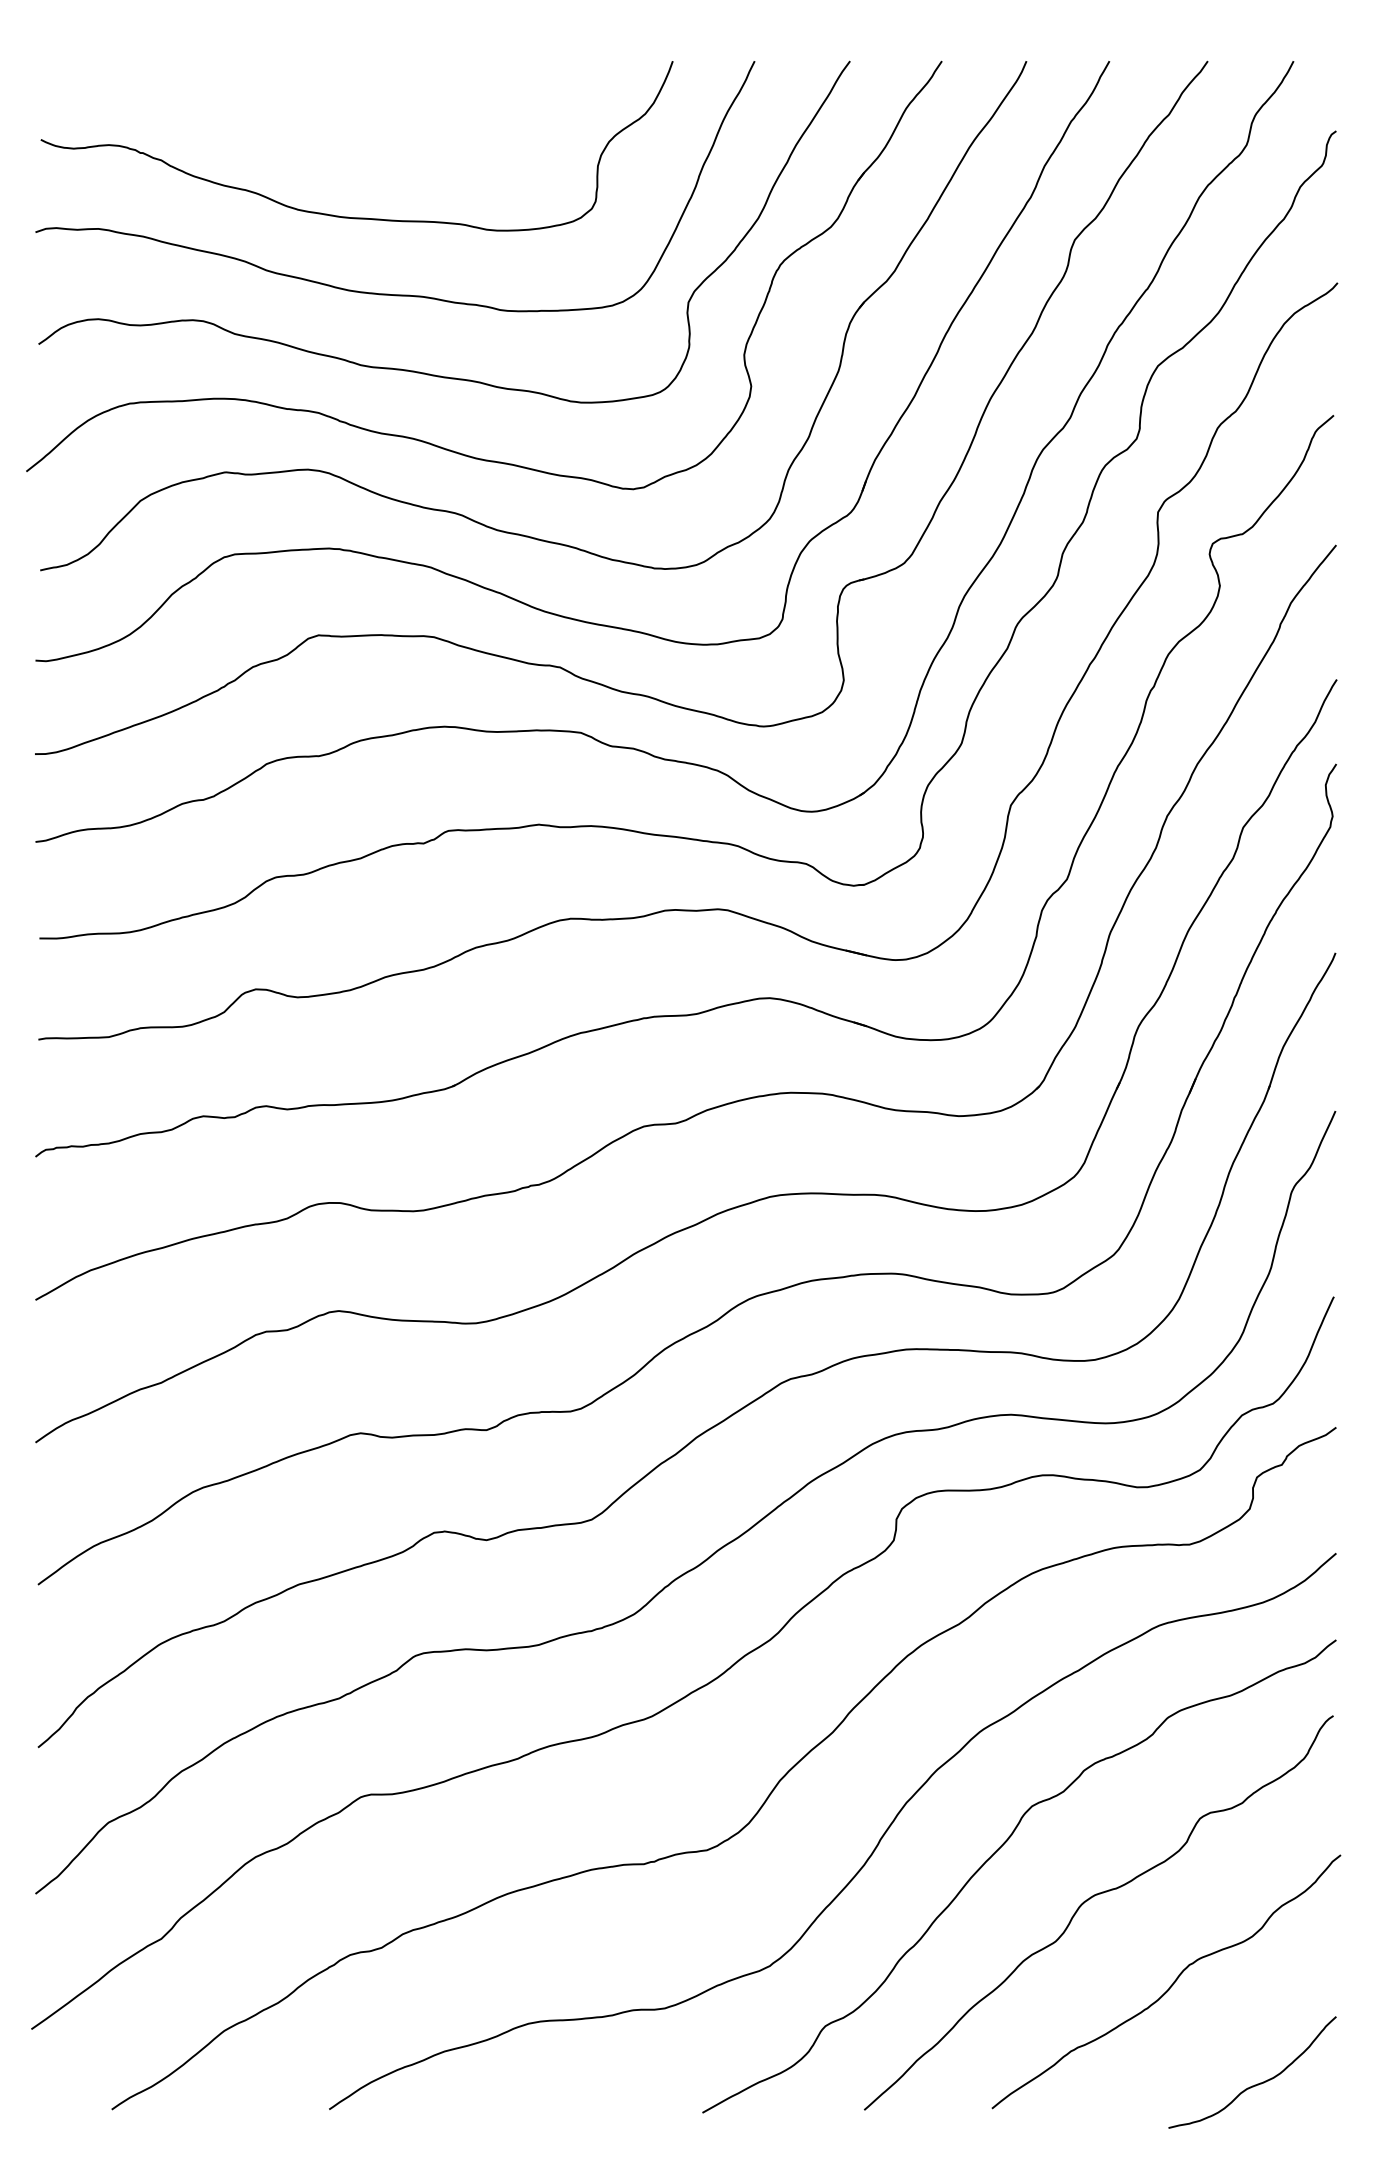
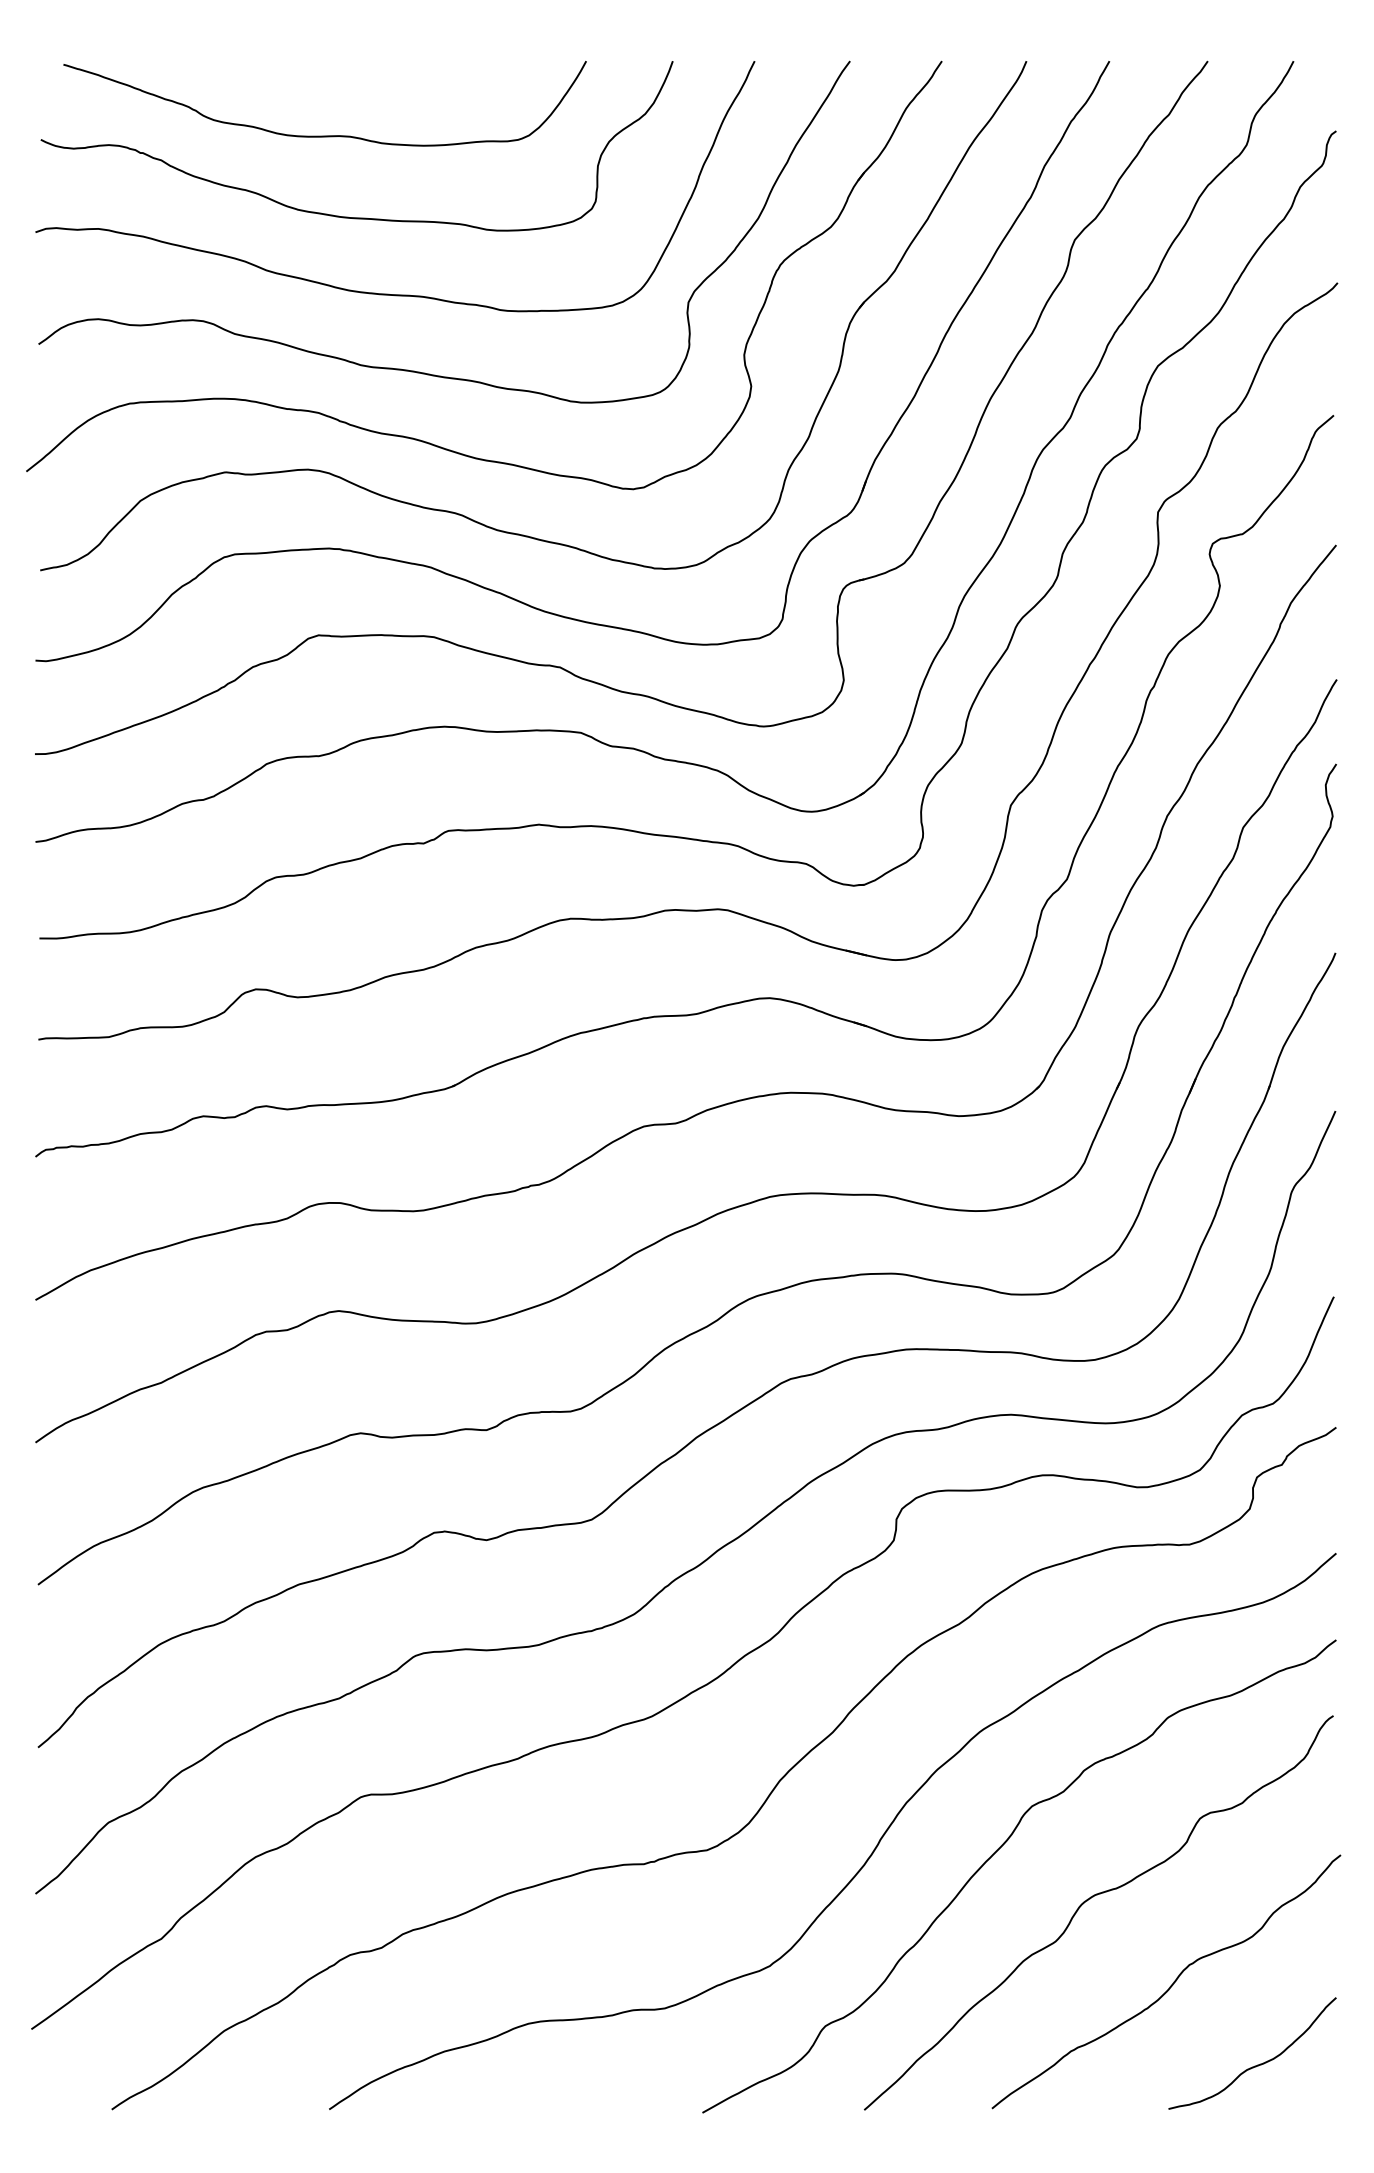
curve at (324, 135): none -> present
curve at (1257, 2083) position: (1257, 2083) -> (1257, 2064)
